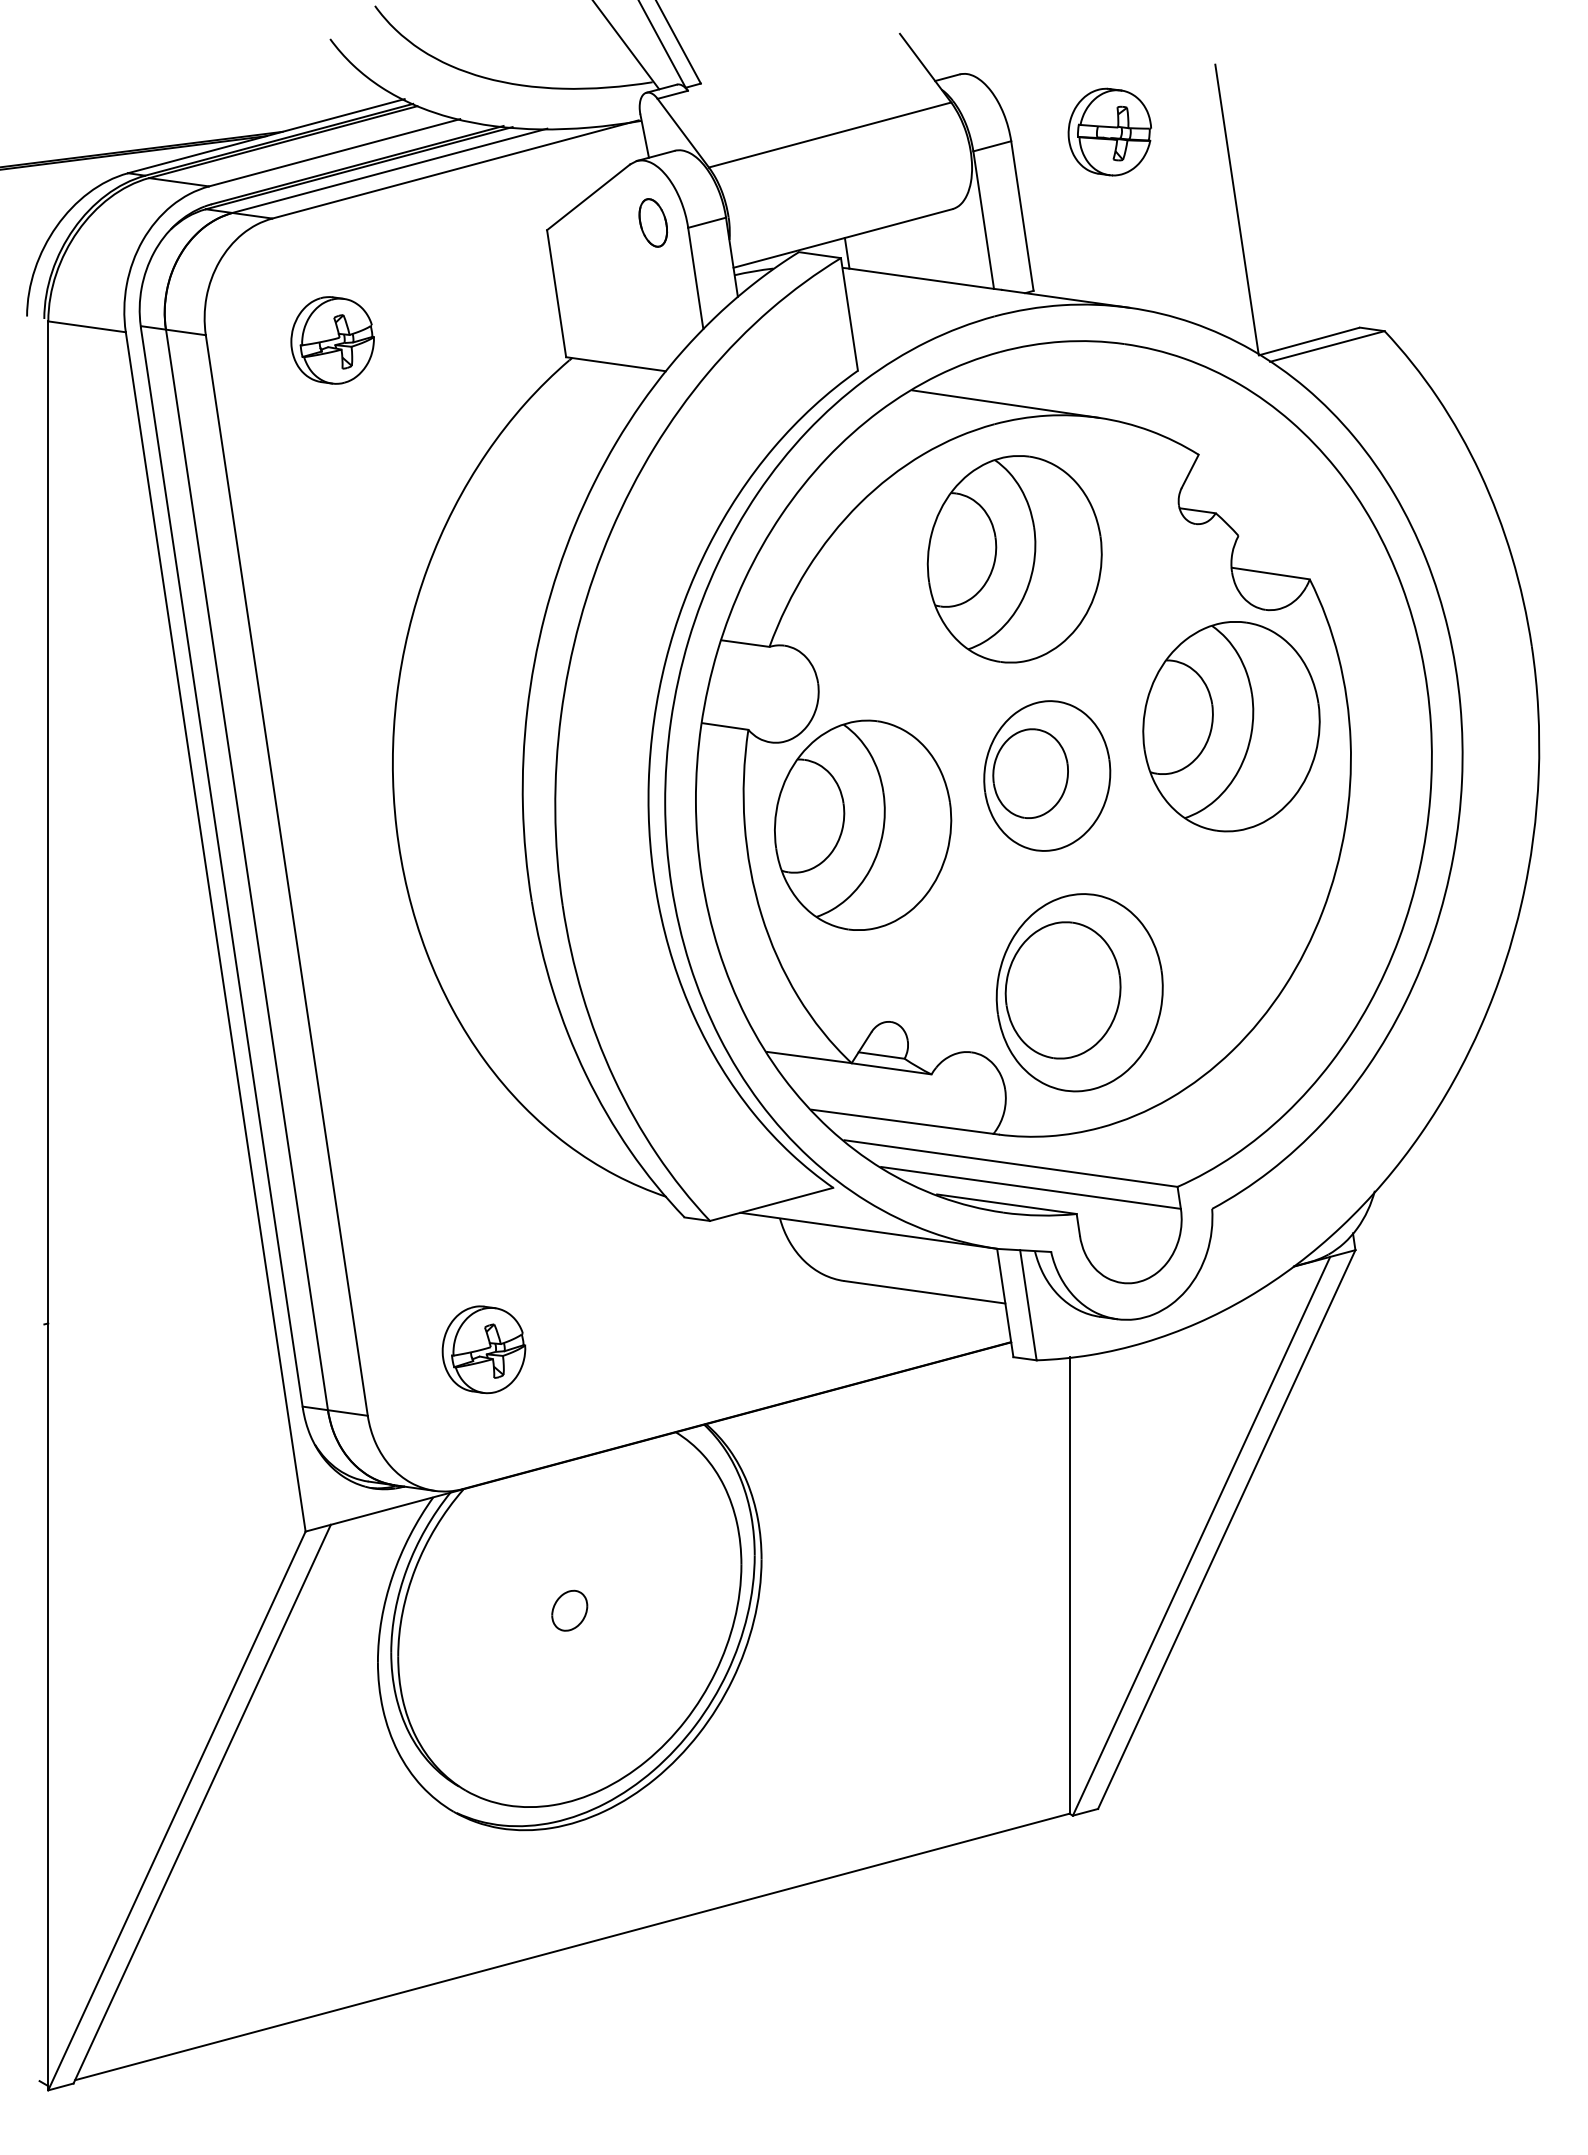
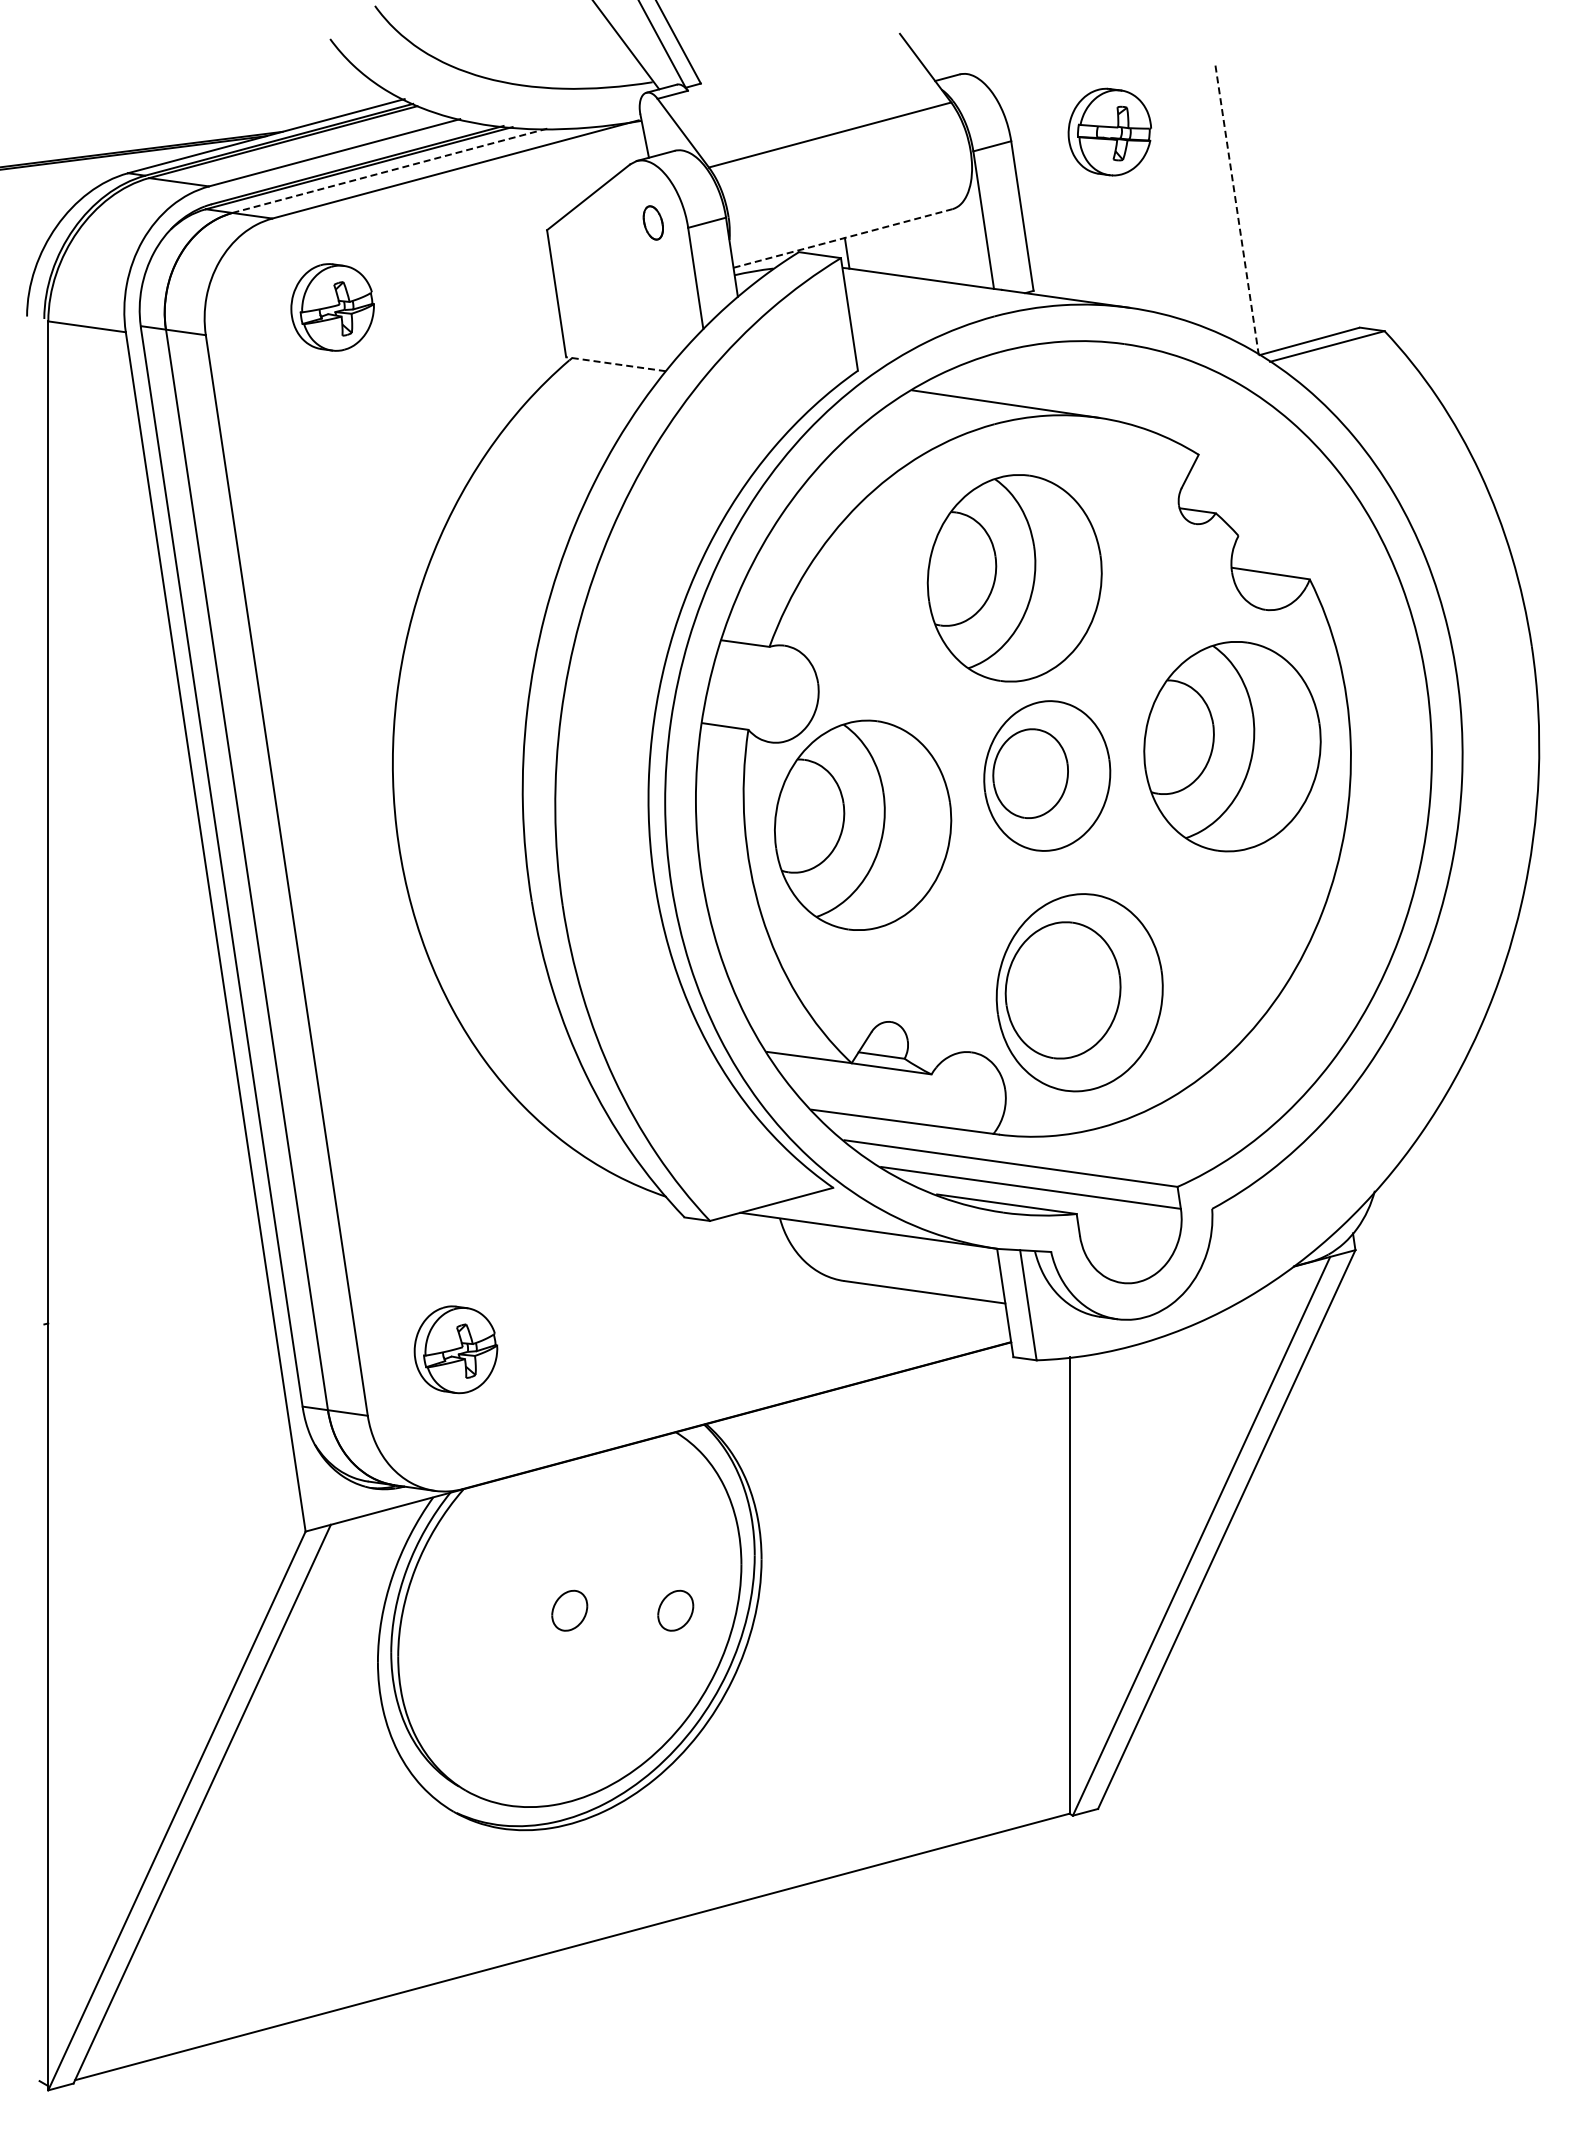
line at (389, 170): solid -> dashed
line at (1237, 210): solid -> dashed
part at (653, 222) size: 31x50 px -> 22x36 px
line at (843, 238): solid -> dashed
part at (332, 340) position: (332, 340) -> (332, 307)
line at (615, 364): solid -> dashed
part at (1014, 559) position: (1014, 559) -> (1014, 578)
part at (1231, 726) position: (1231, 726) -> (1232, 746)
part at (483, 1349) position: (483, 1349) -> (455, 1349)
part at (675, 1610): none -> present
